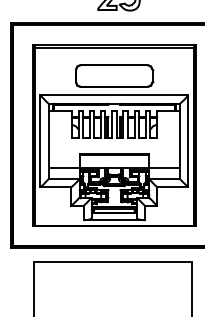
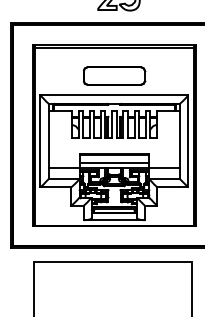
part at (114, 75) size: 80x24 px -> 64x20 px
line at (114, 163): none -> present
